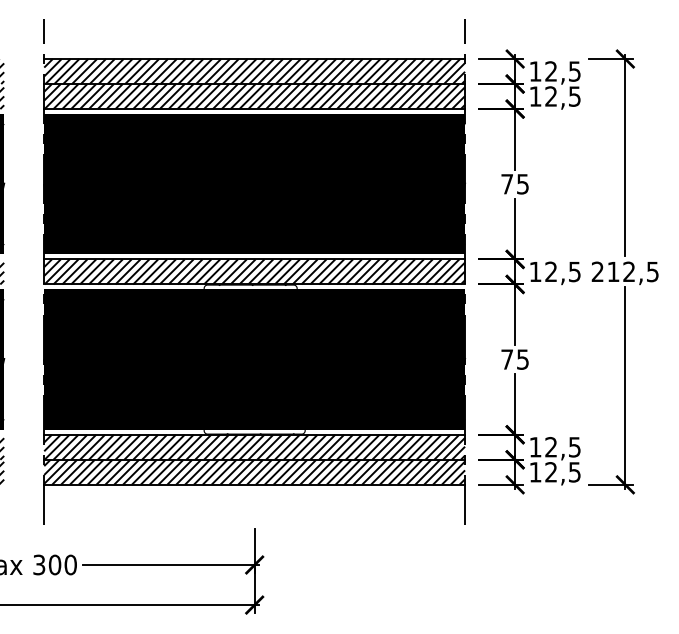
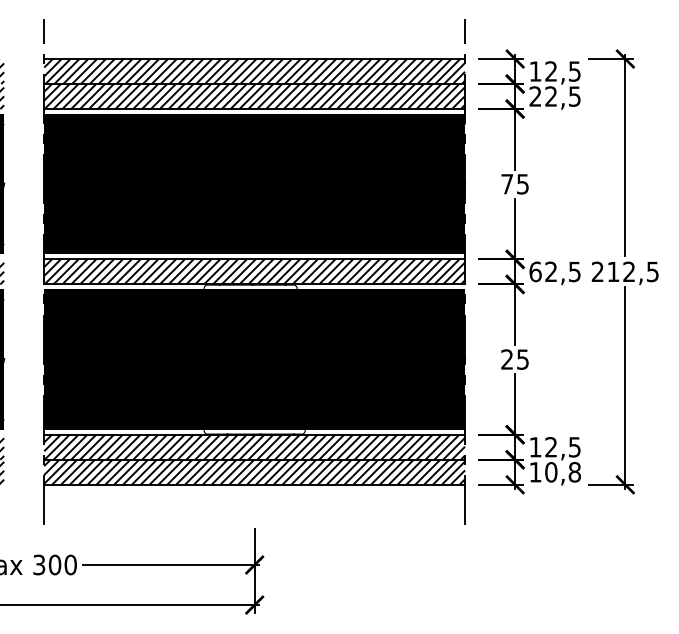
text at (535, 96): 12,5 -> 22,5
text at (535, 271): 12,5 -> 62,5
text at (506, 359): 75 -> 25
text at (562, 472): 12,5 -> 10,8
